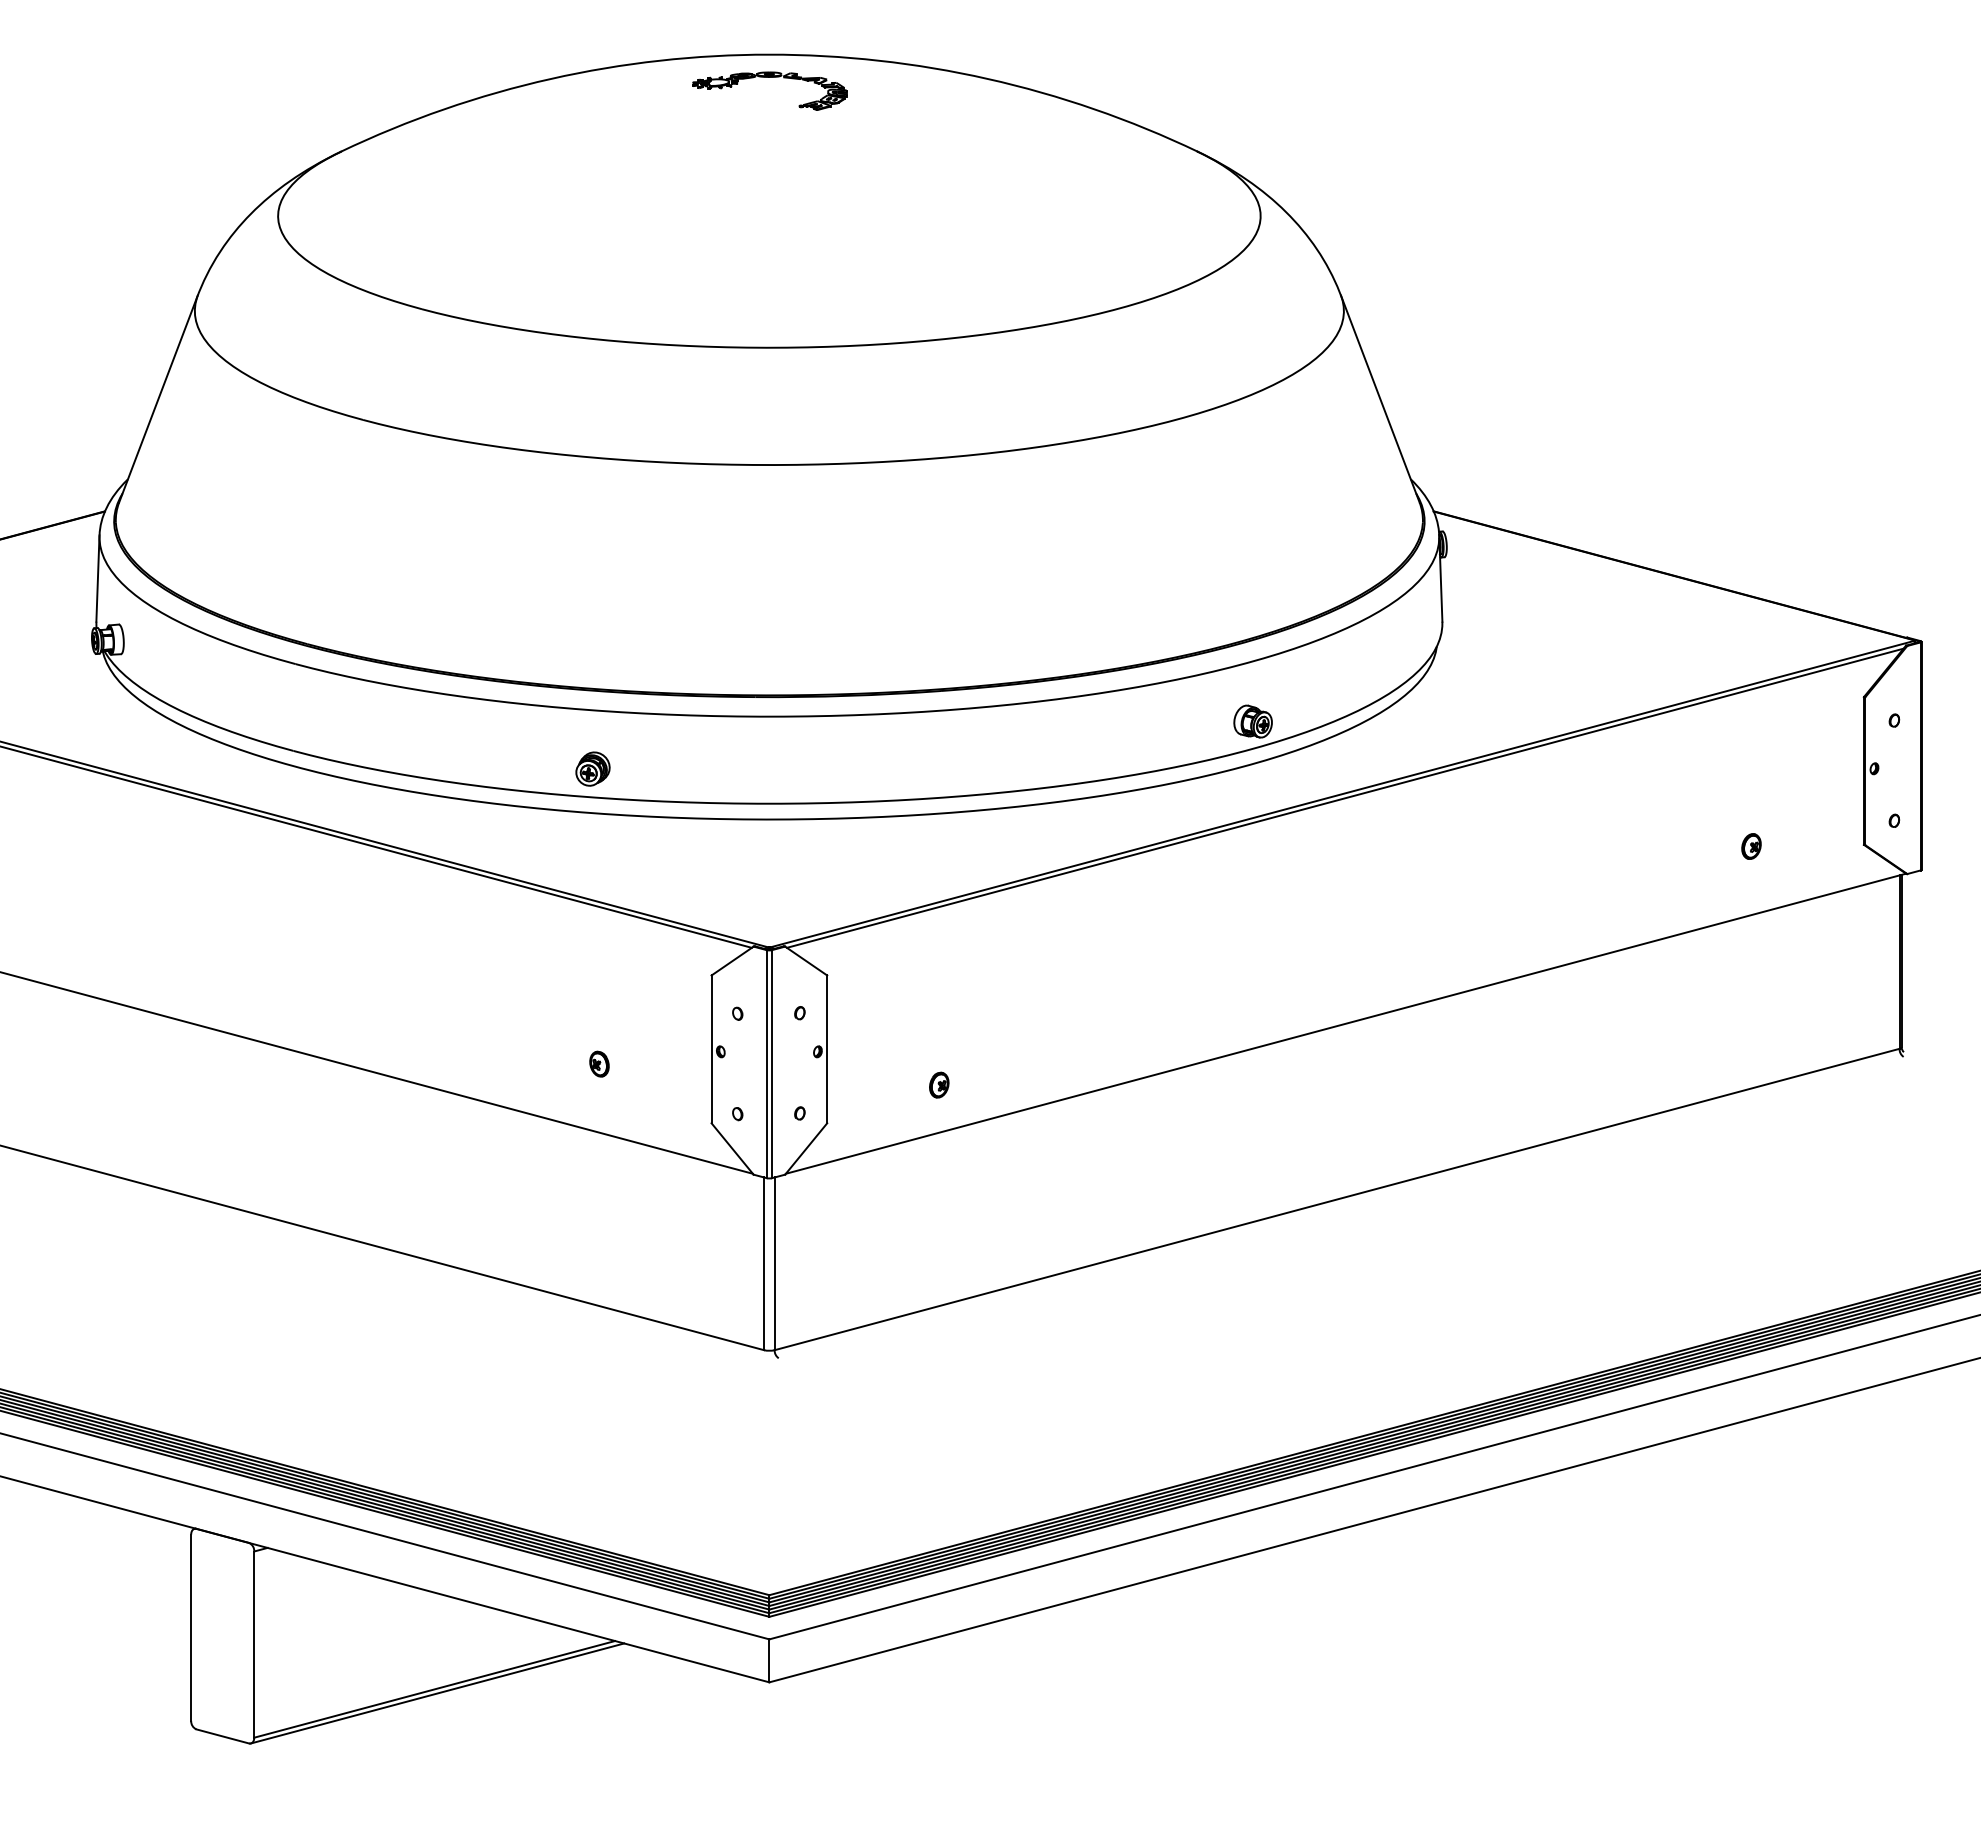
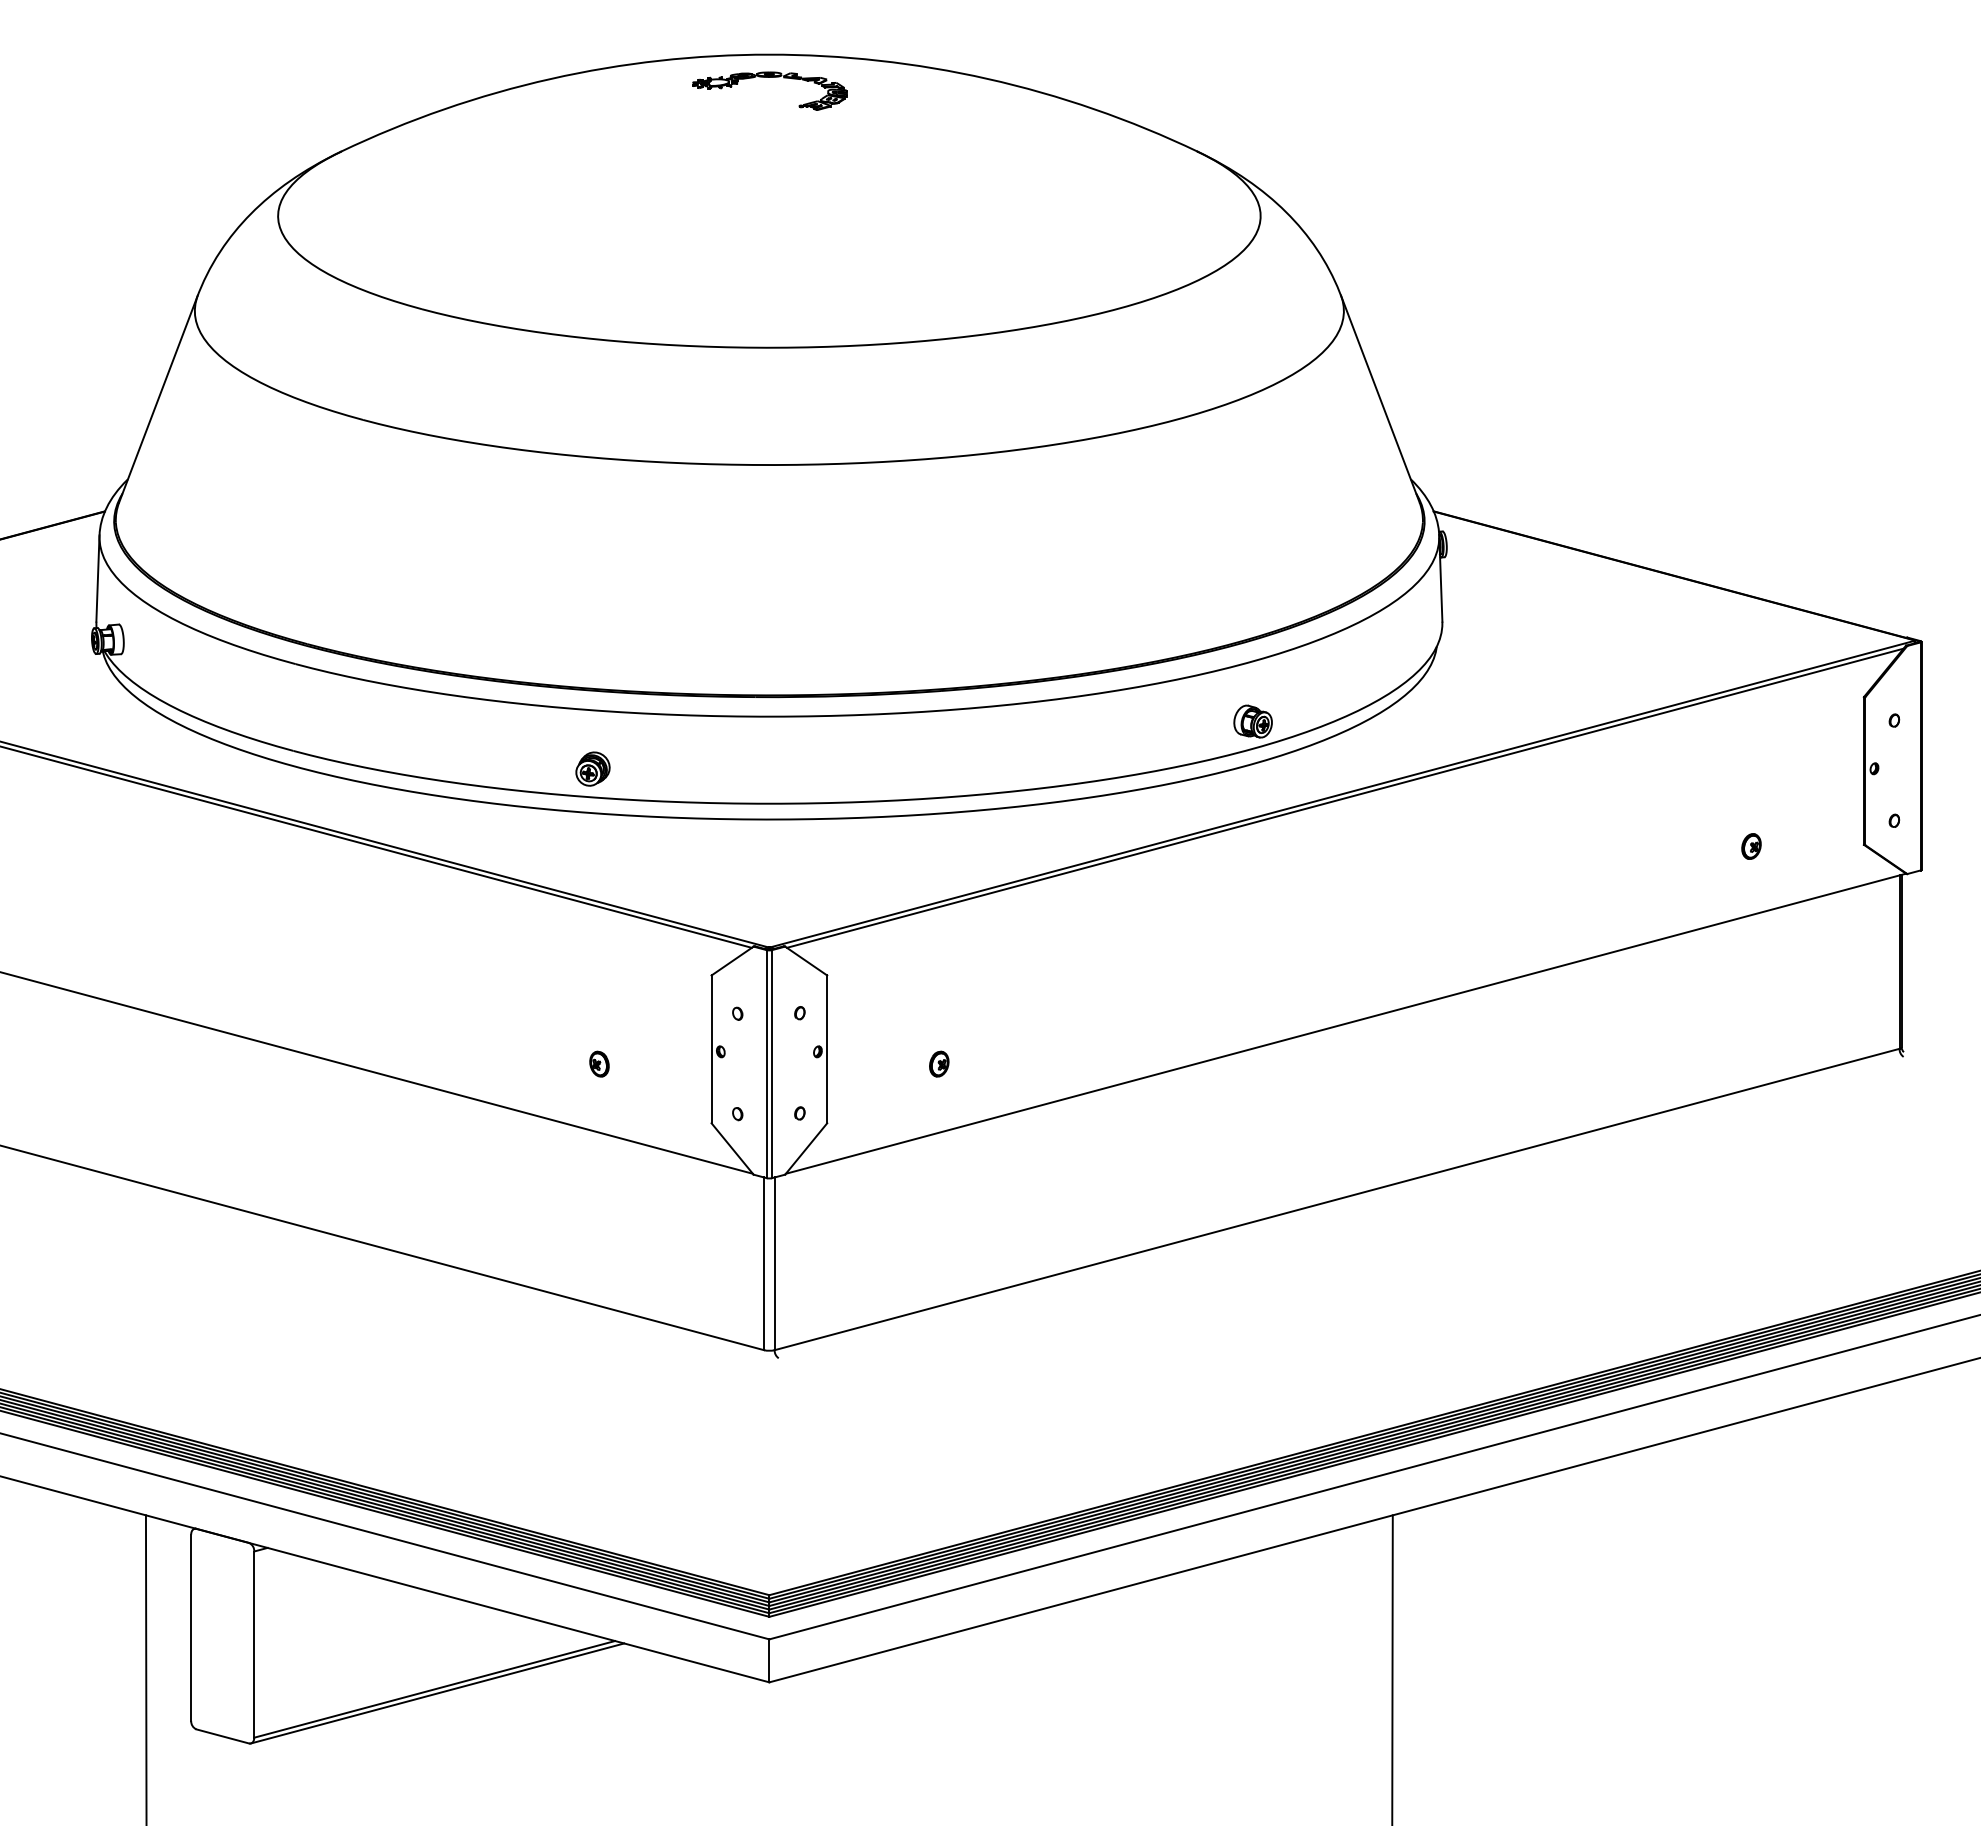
part at (939, 1084) position: (939, 1084) -> (939, 1063)
line at (145, 1668): none -> present
line at (1392, 1668): none -> present
